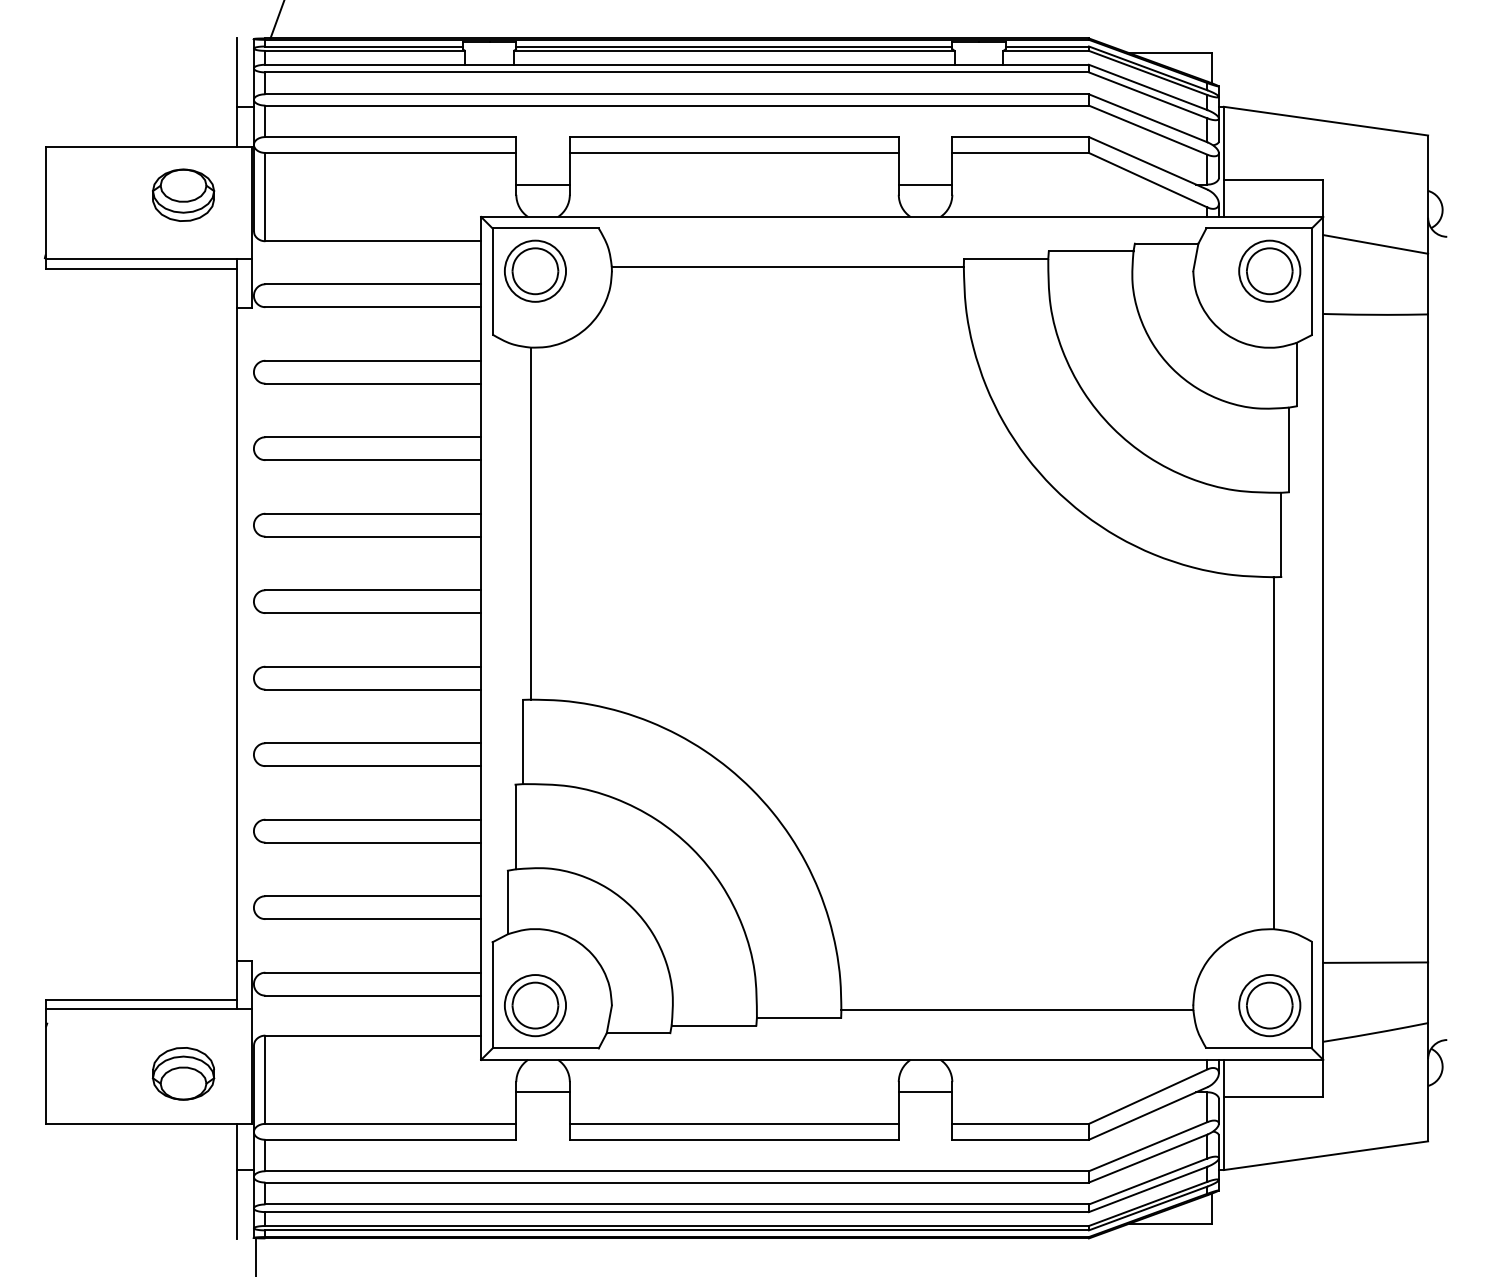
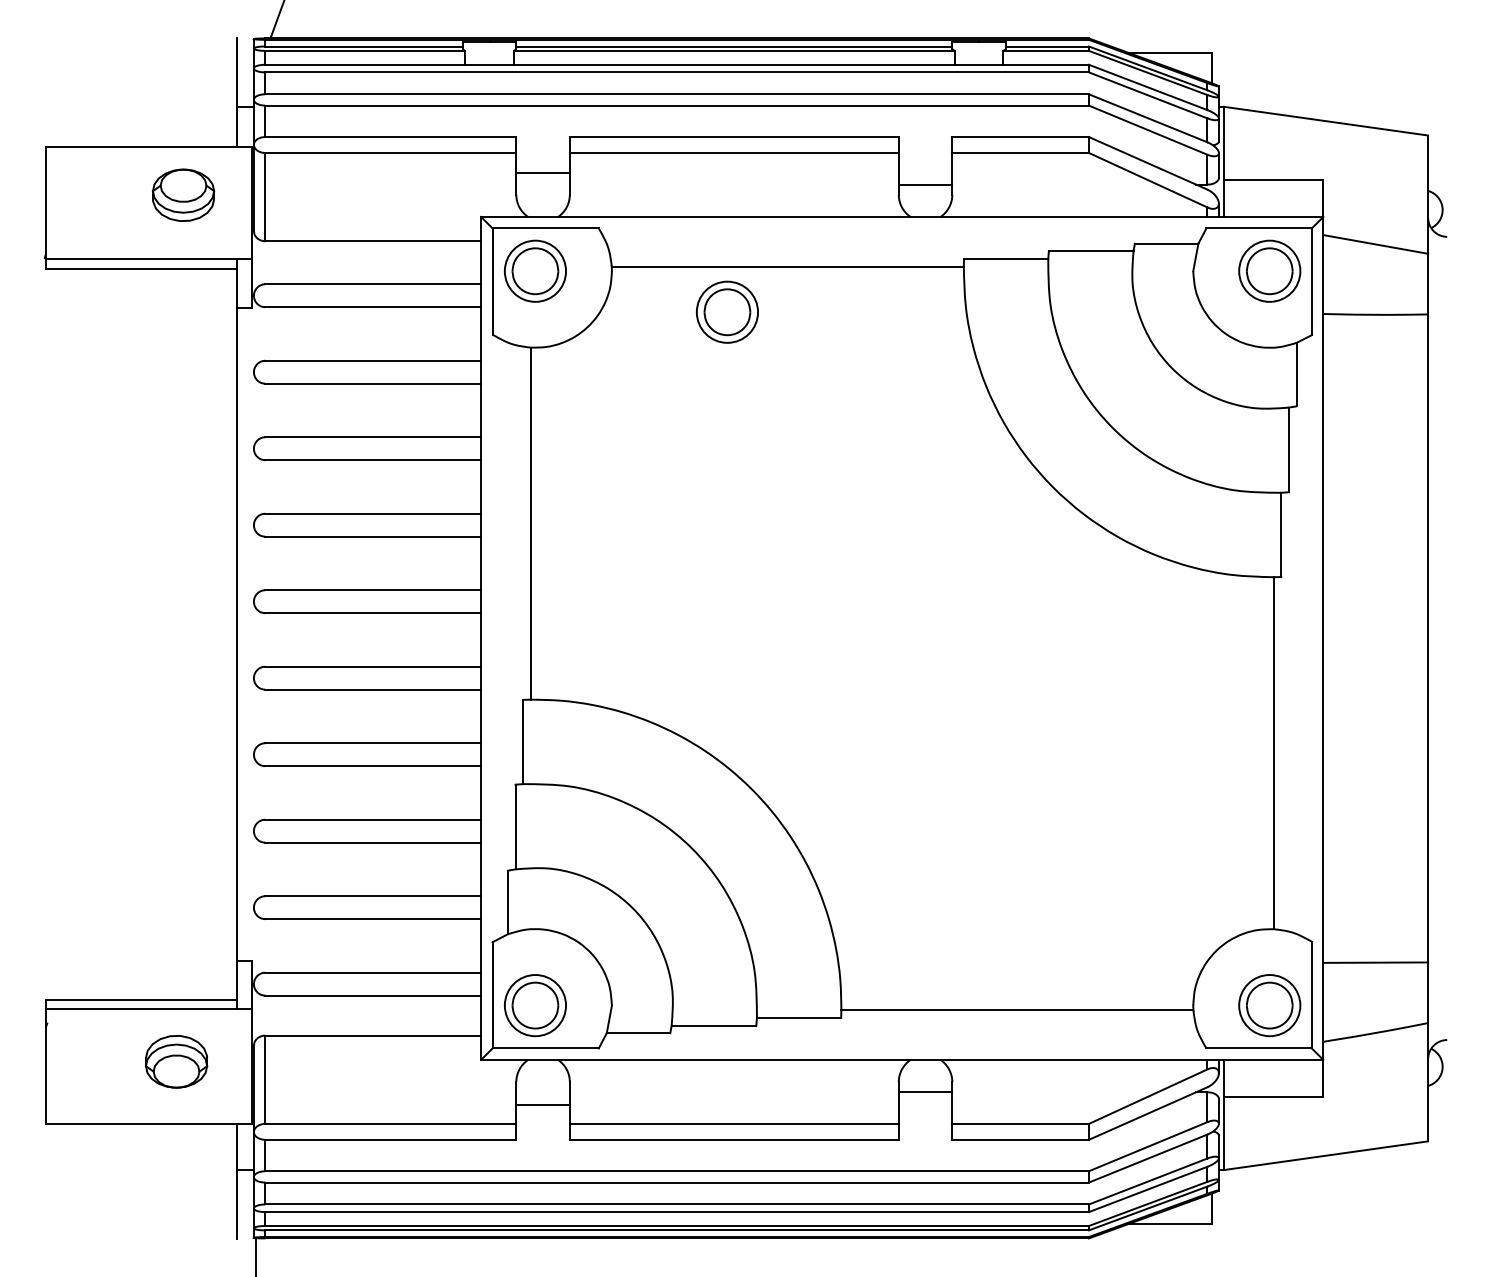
line at (542, 184) position: (542, 184) -> (542, 172)
part at (727, 311): none -> present
part at (183, 1073) position: (183, 1073) -> (176, 1061)
line at (542, 1092) position: (542, 1092) -> (542, 1105)
